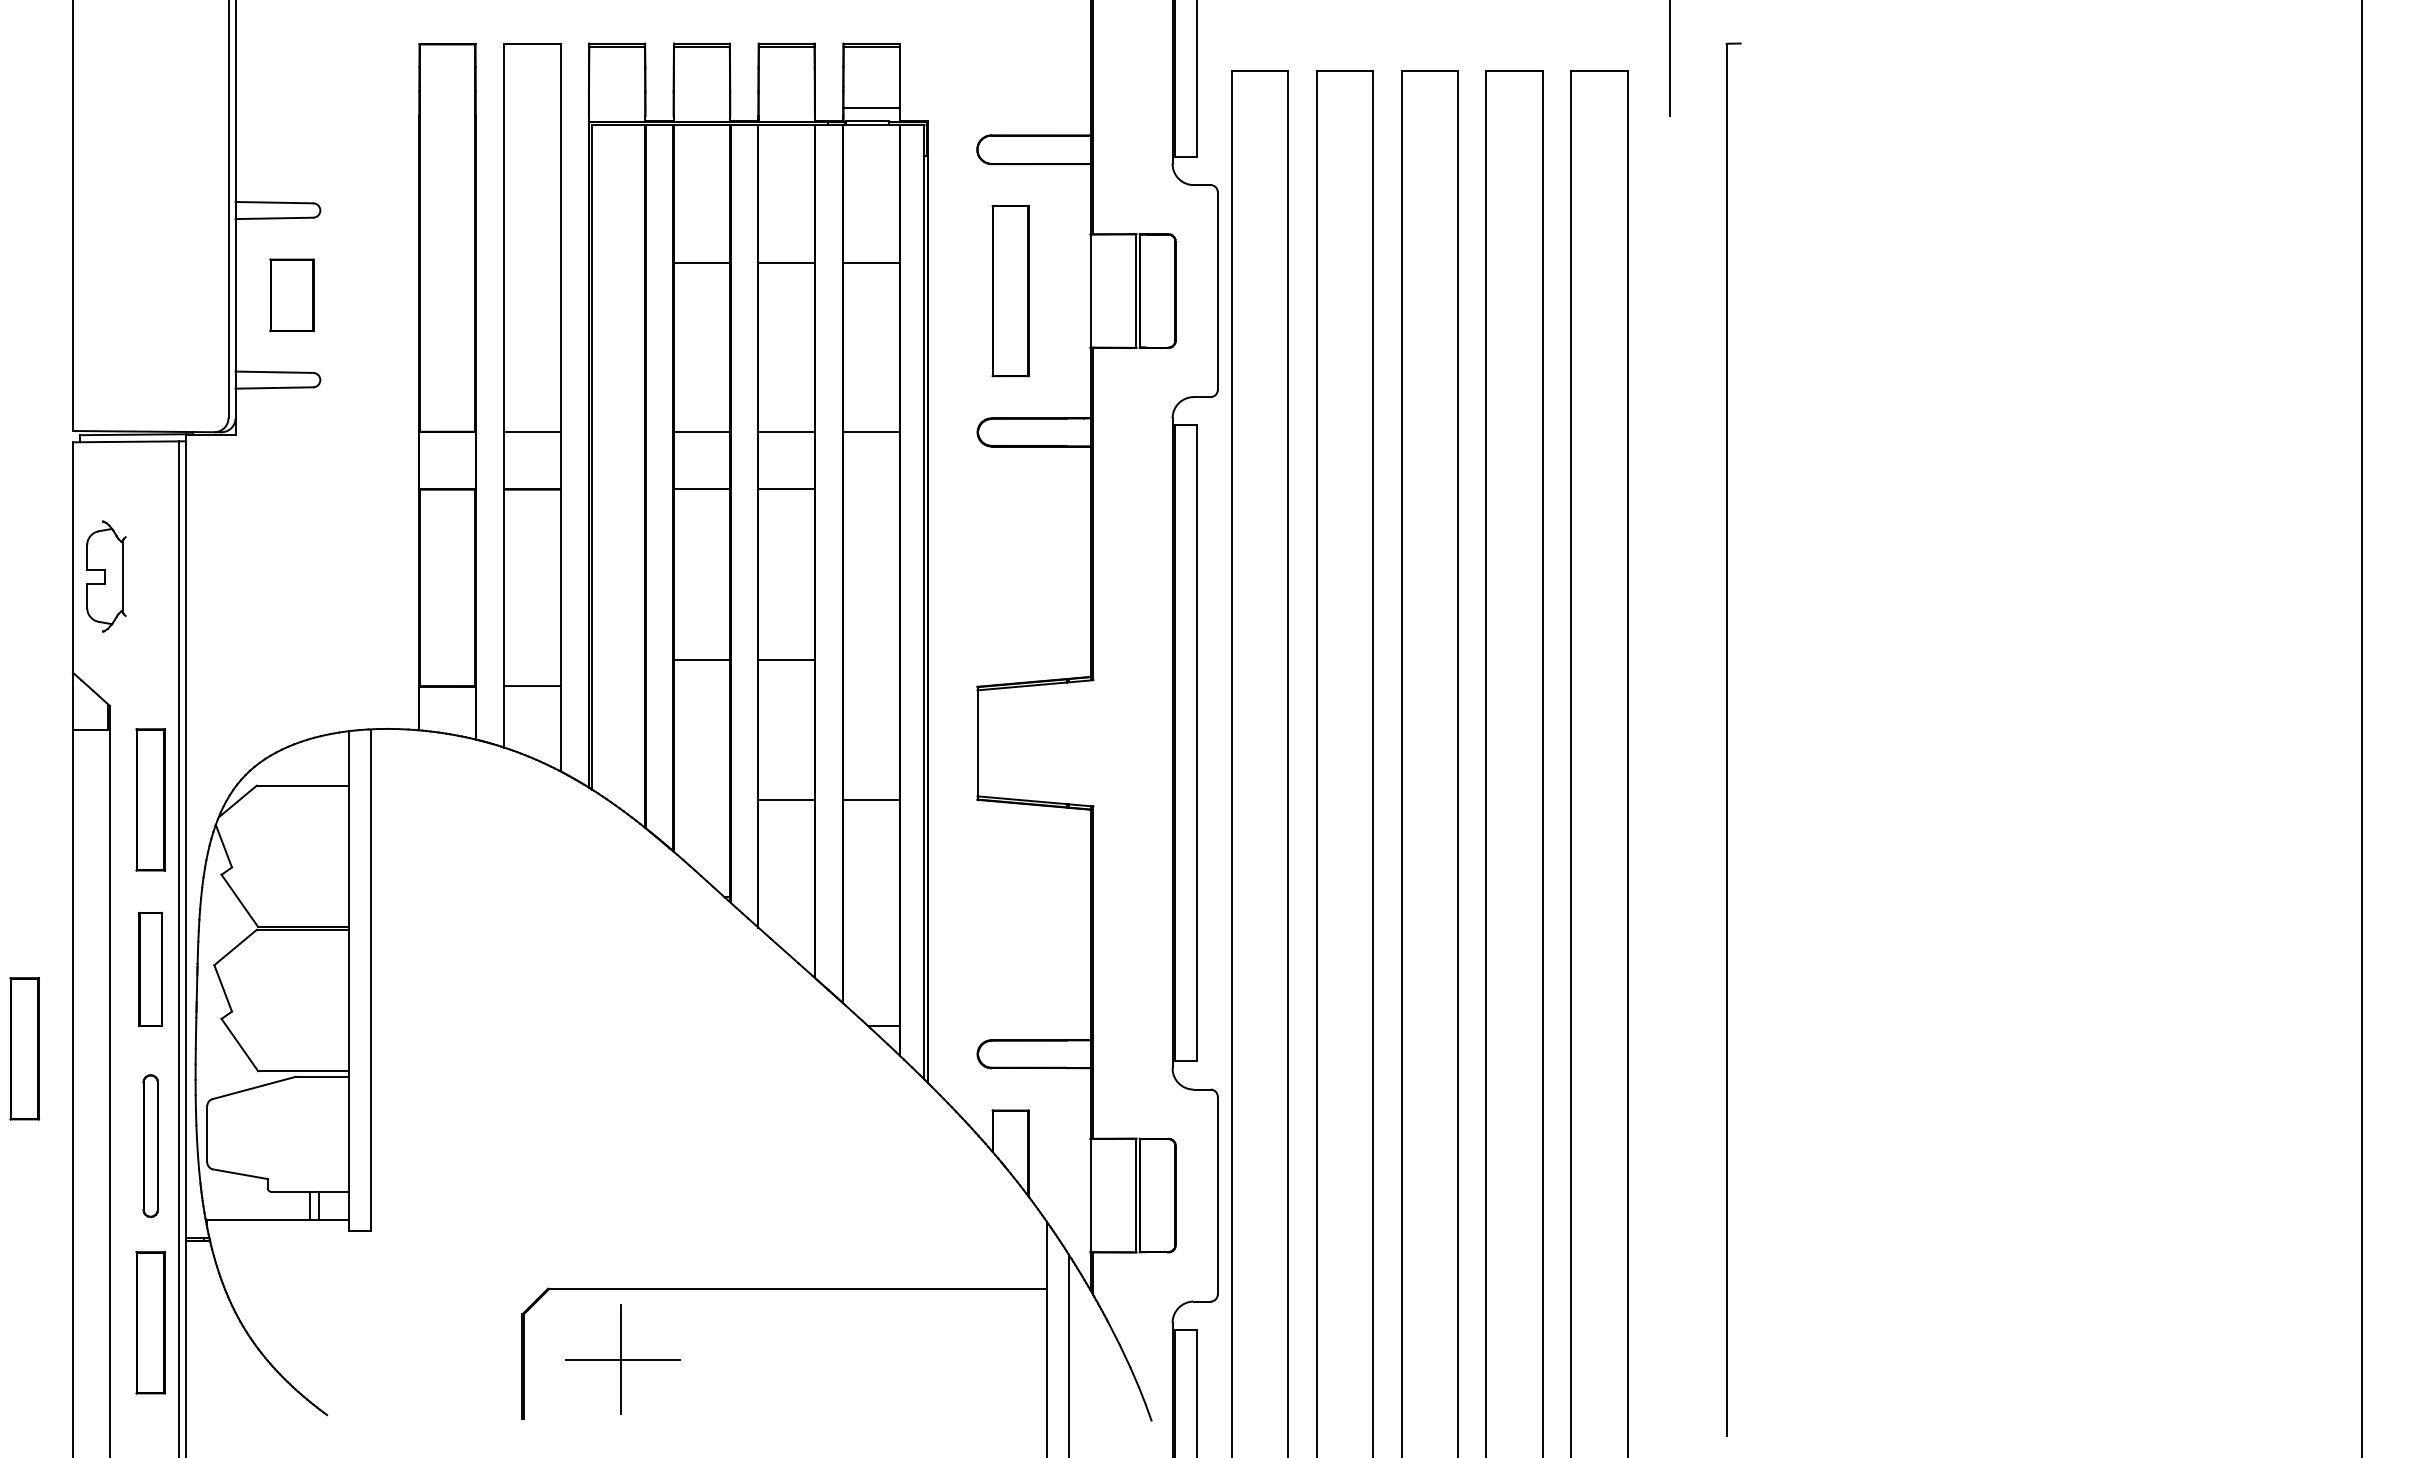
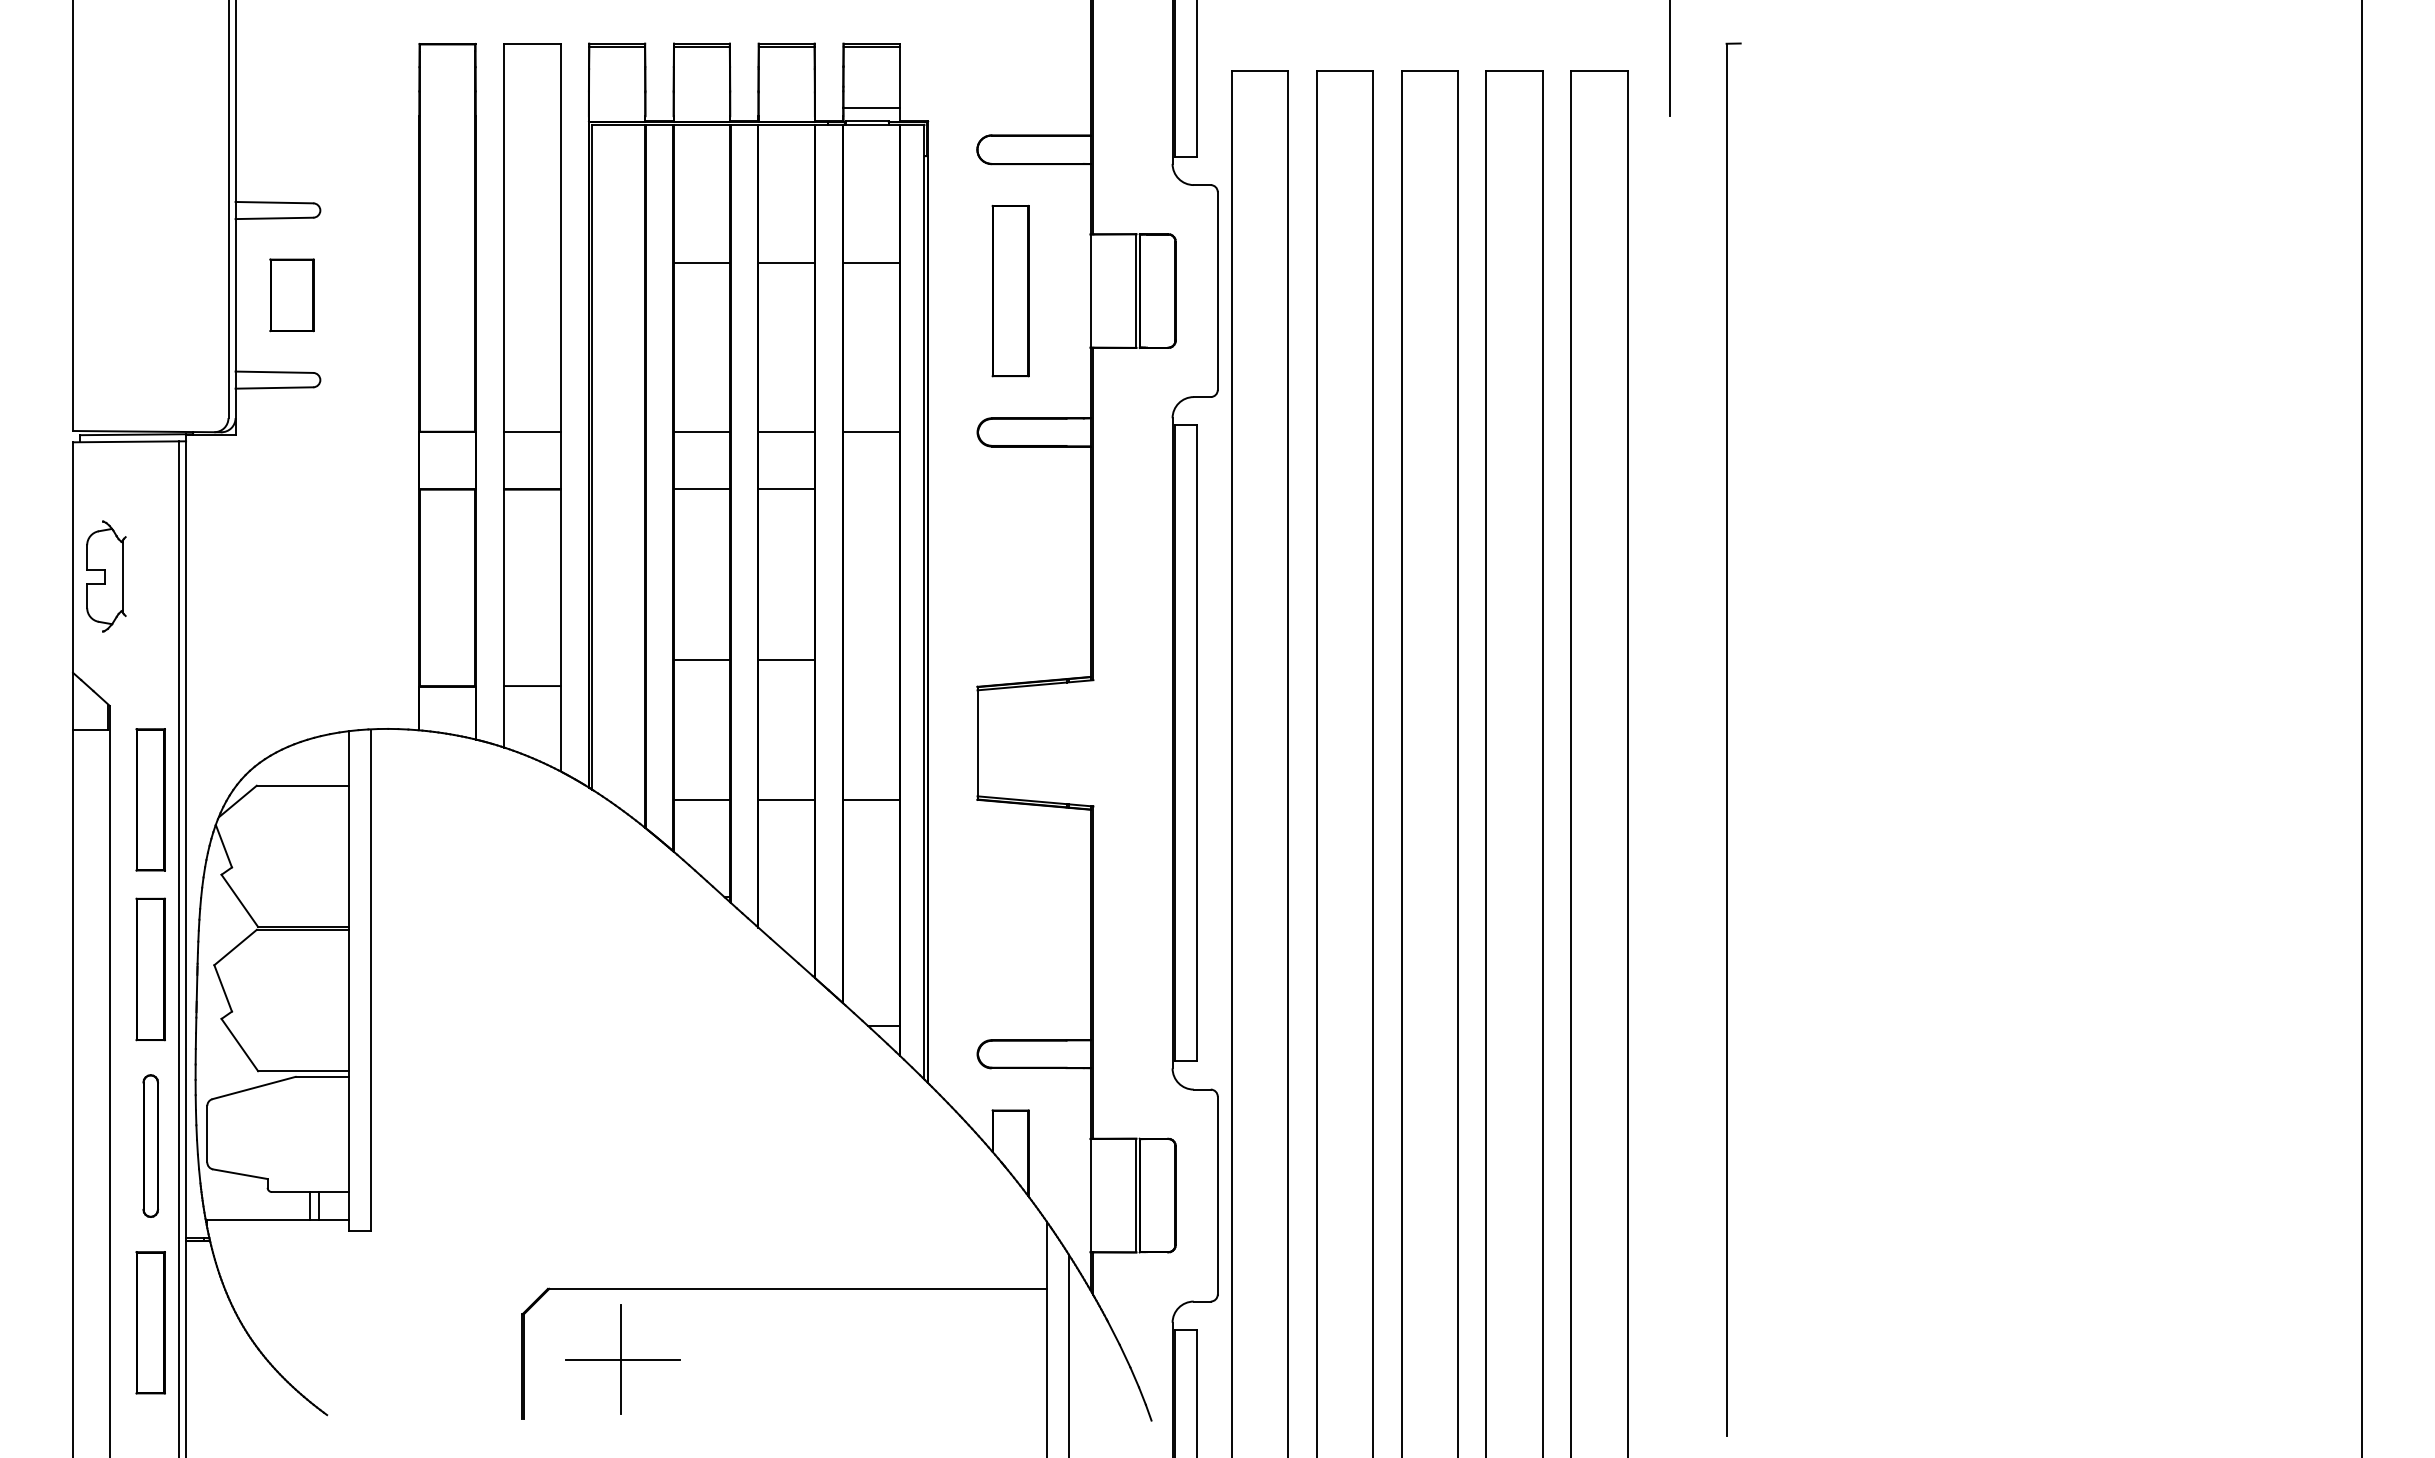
line at (701, 799): none -> present
part at (150, 968) size: 25x116 px -> 31x145 px
part at (24, 1048): present -> none
